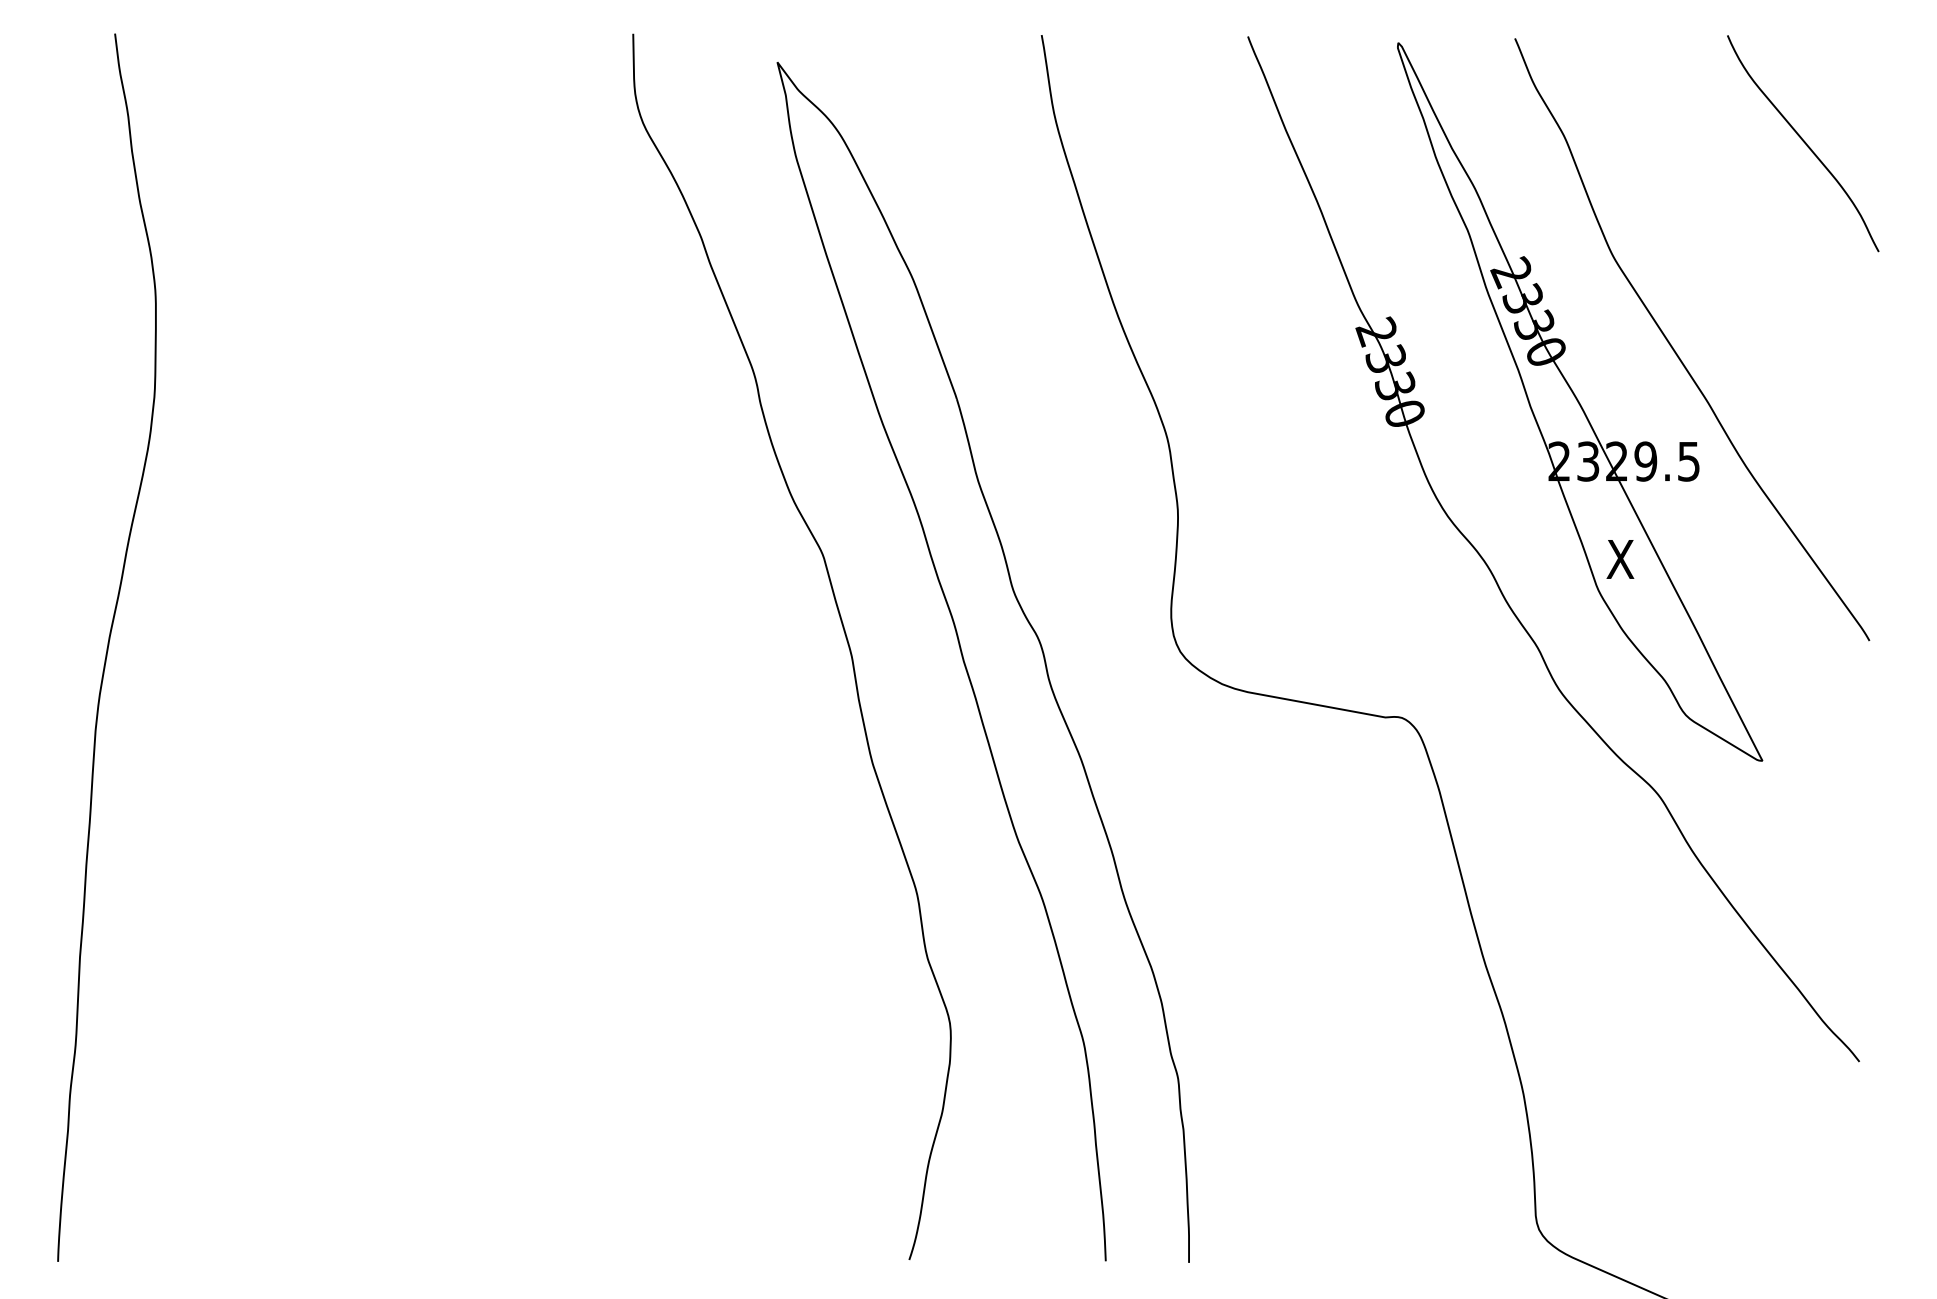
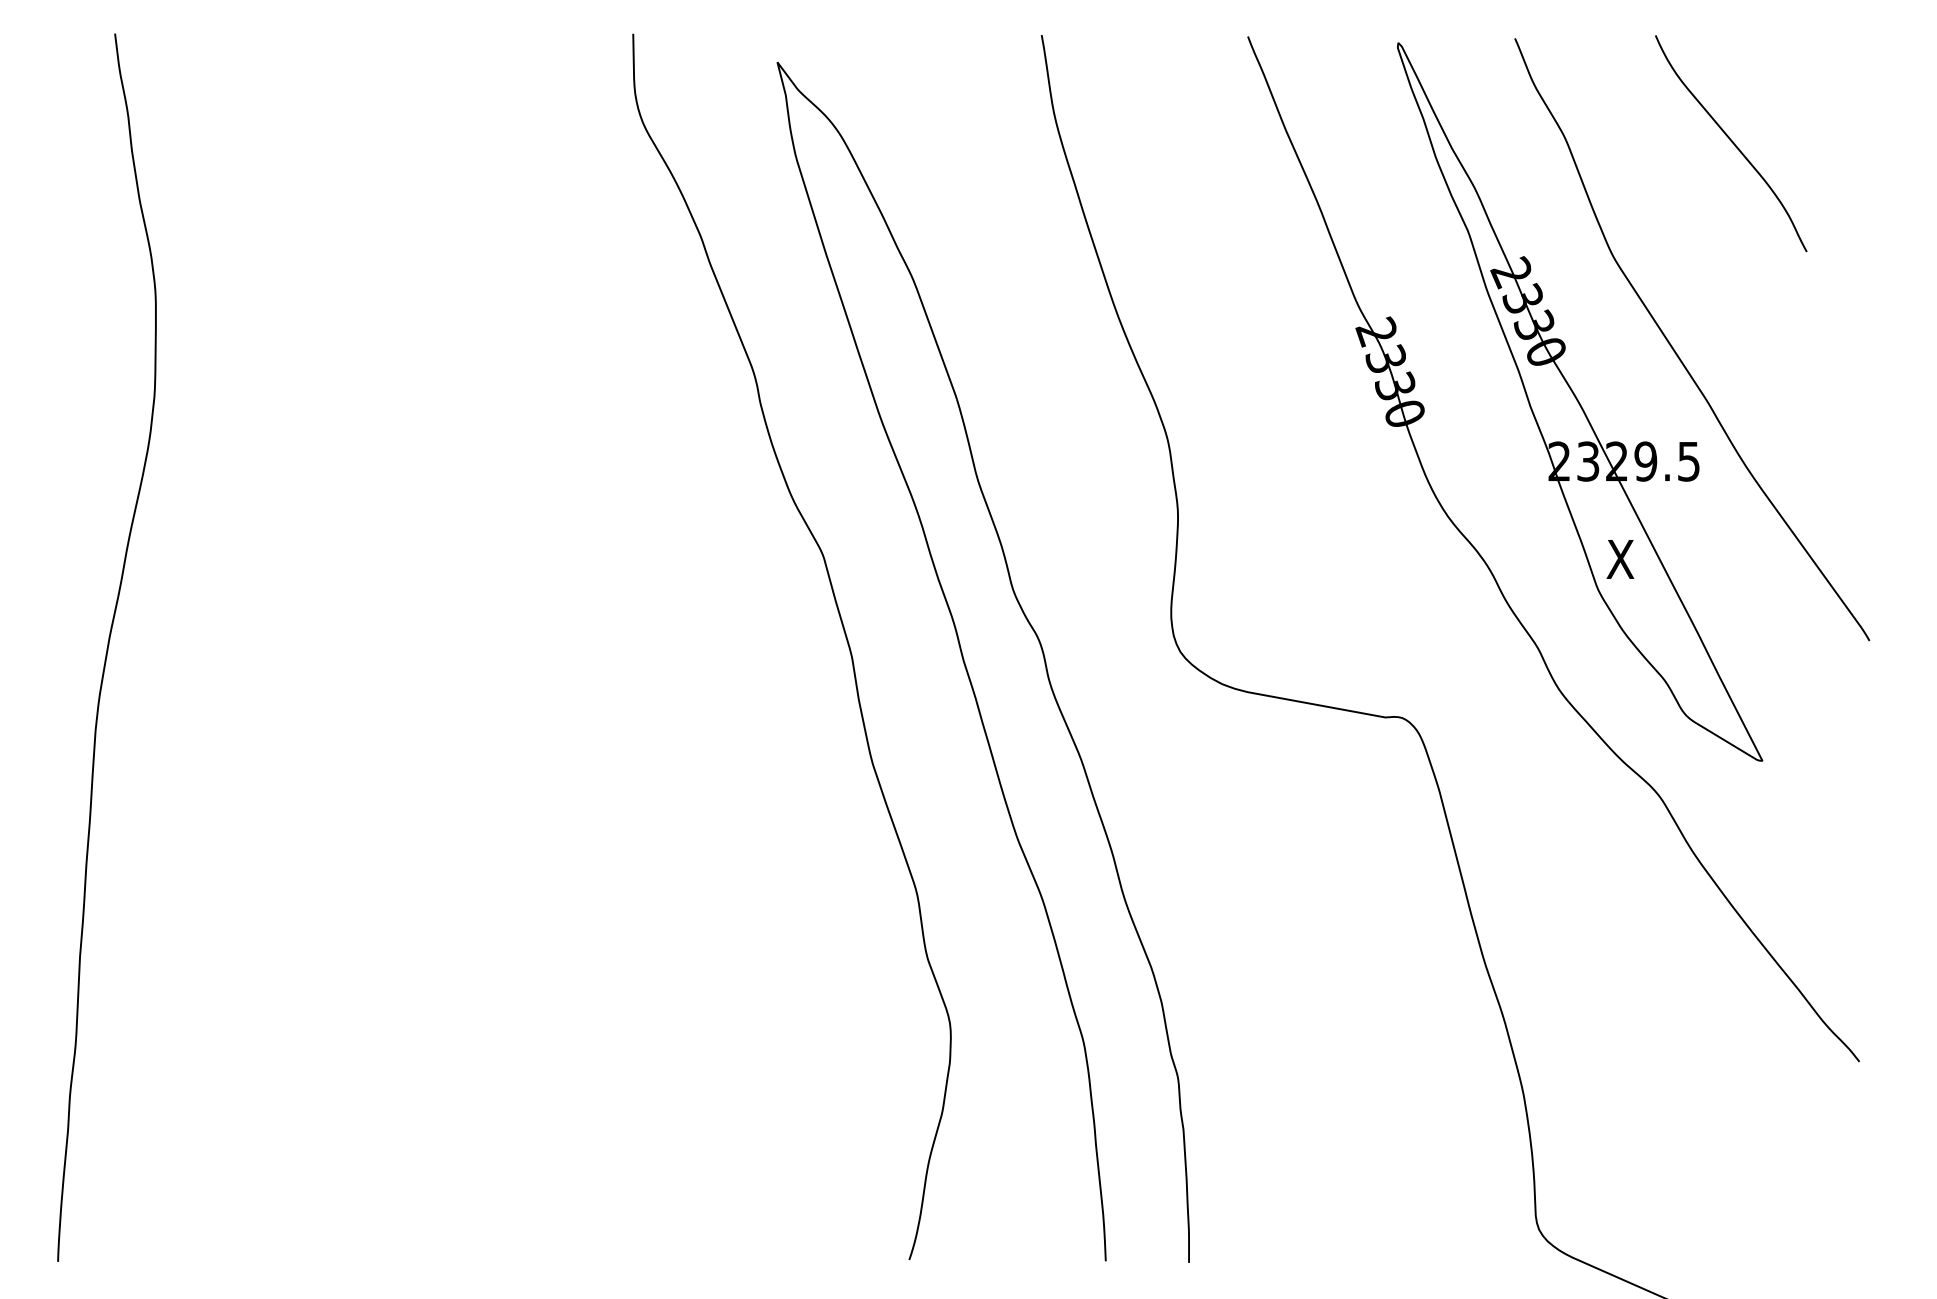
curve at (1803, 142) position: (1803, 142) -> (1731, 142)
